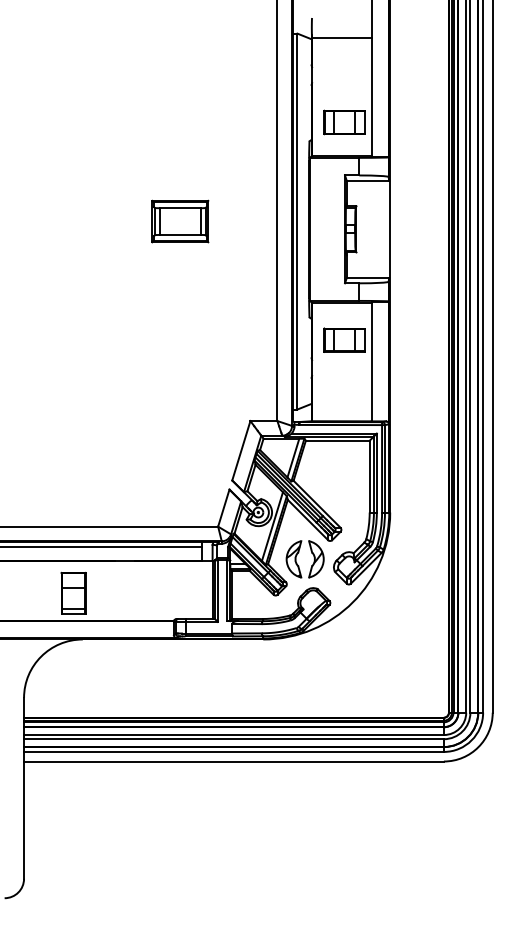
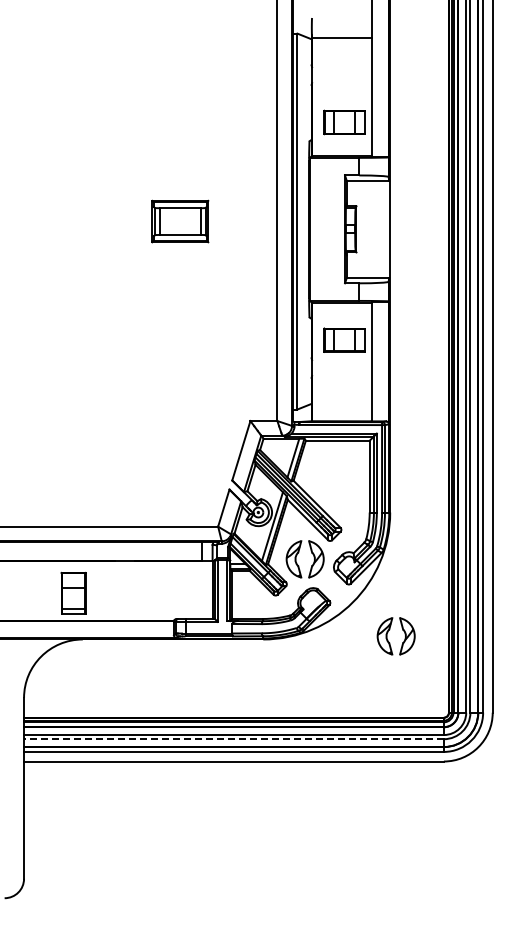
line at (101, 546): present -> none
part at (389, 641): none -> present
line at (233, 739): solid -> dashed
